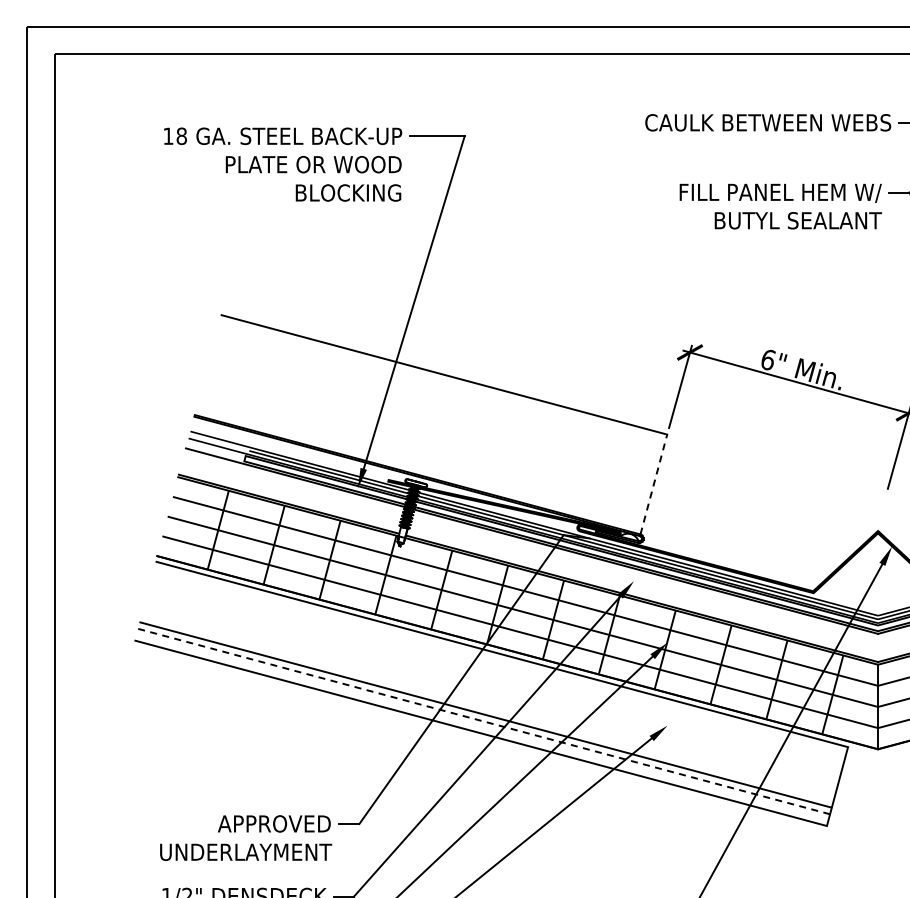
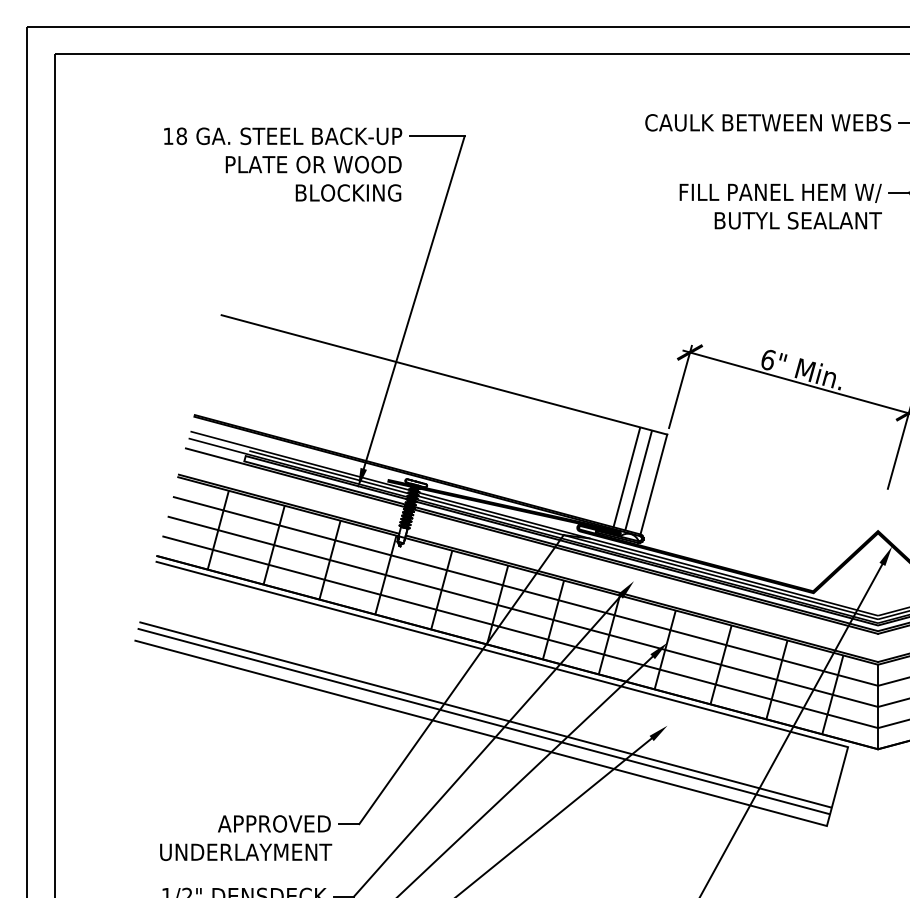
line at (626, 477): none -> present
line at (638, 480): none -> present
line at (653, 484): dashed -> solid
line at (483, 721): dashed -> solid
